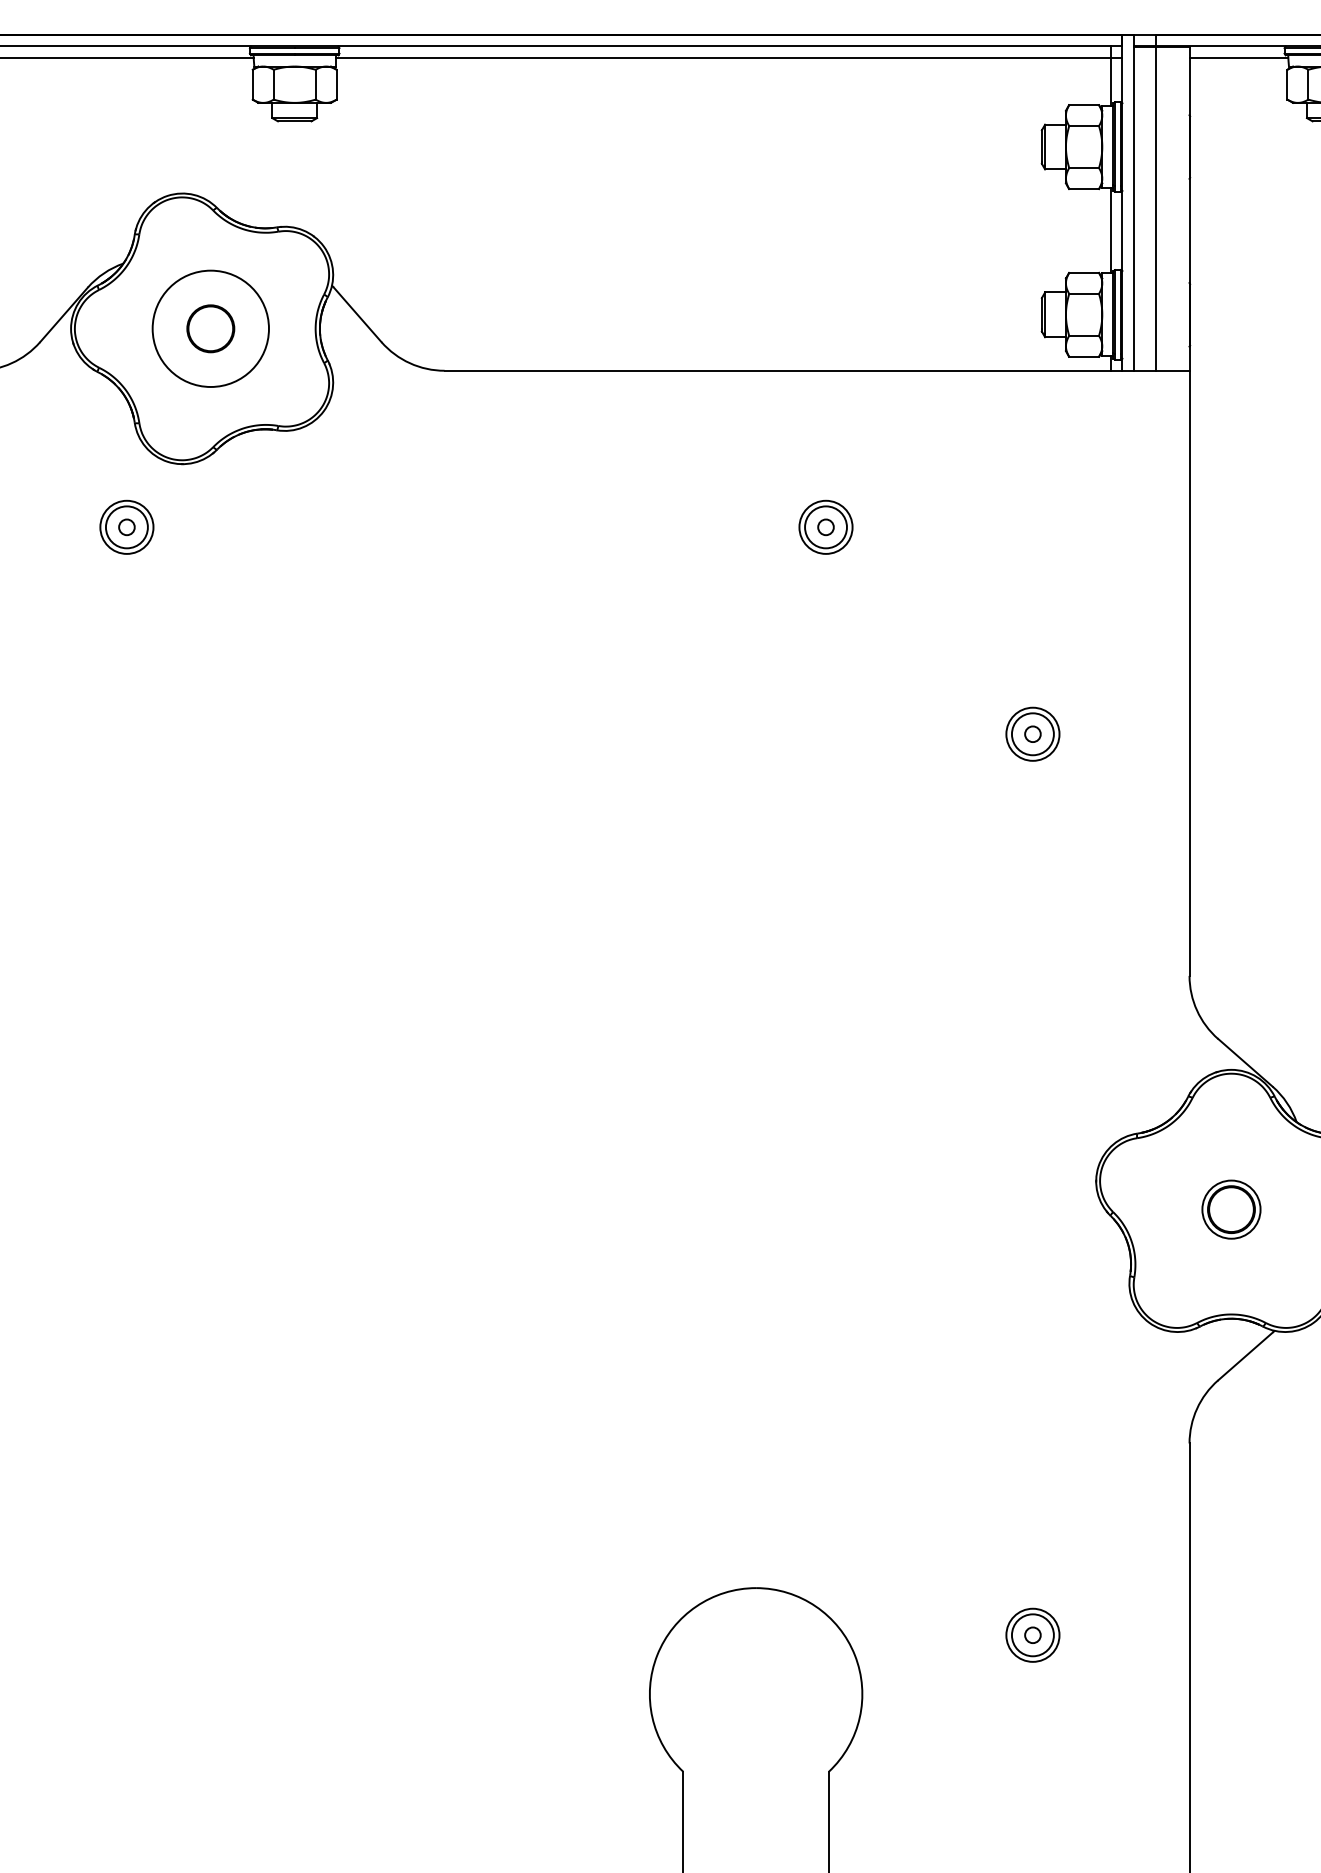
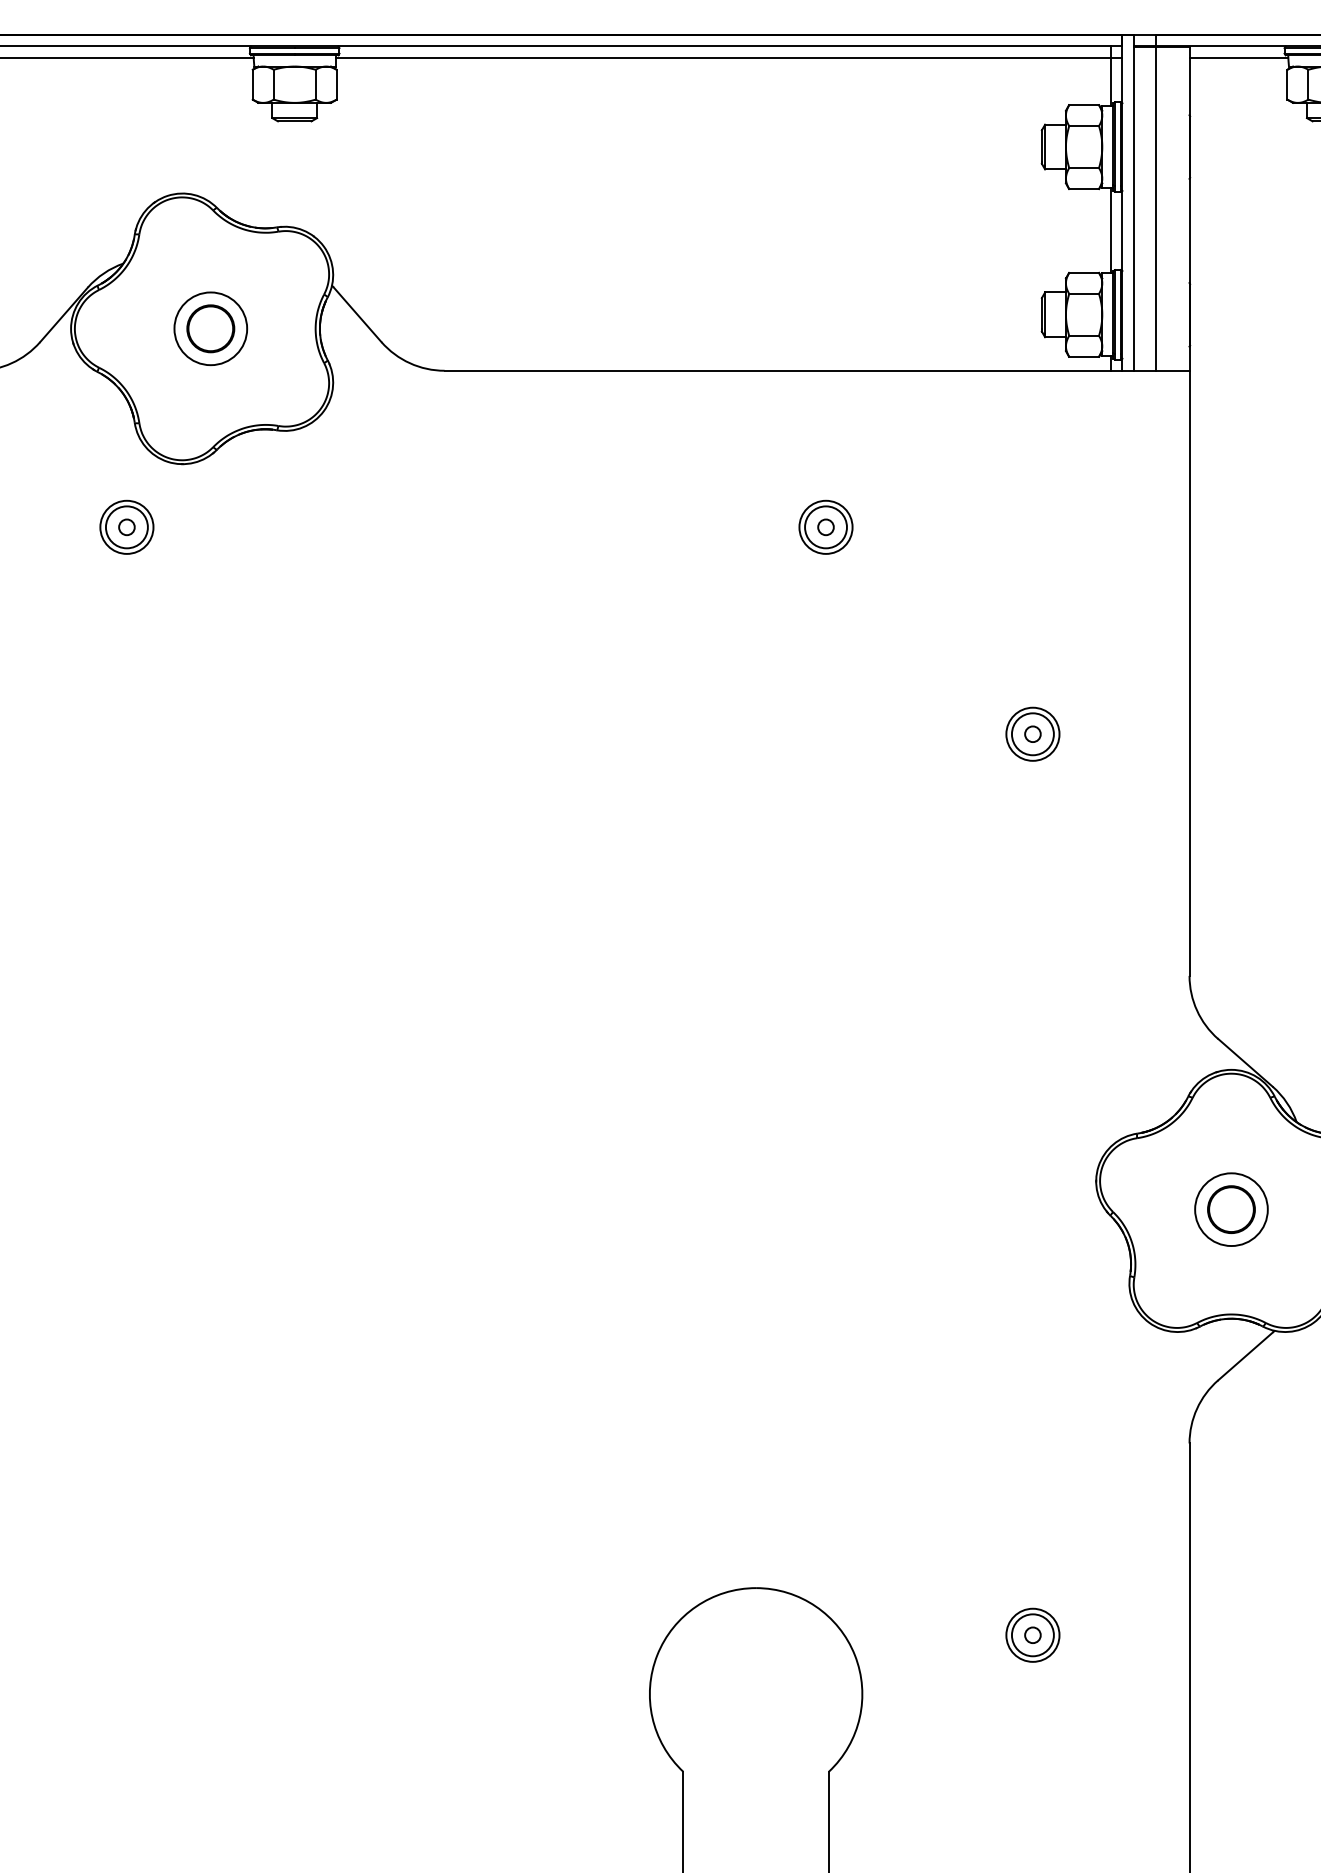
circle at (210, 328) diameter: 116 px -> 73 px
circle at (1231, 1209) diameter: 58 px -> 73 px
